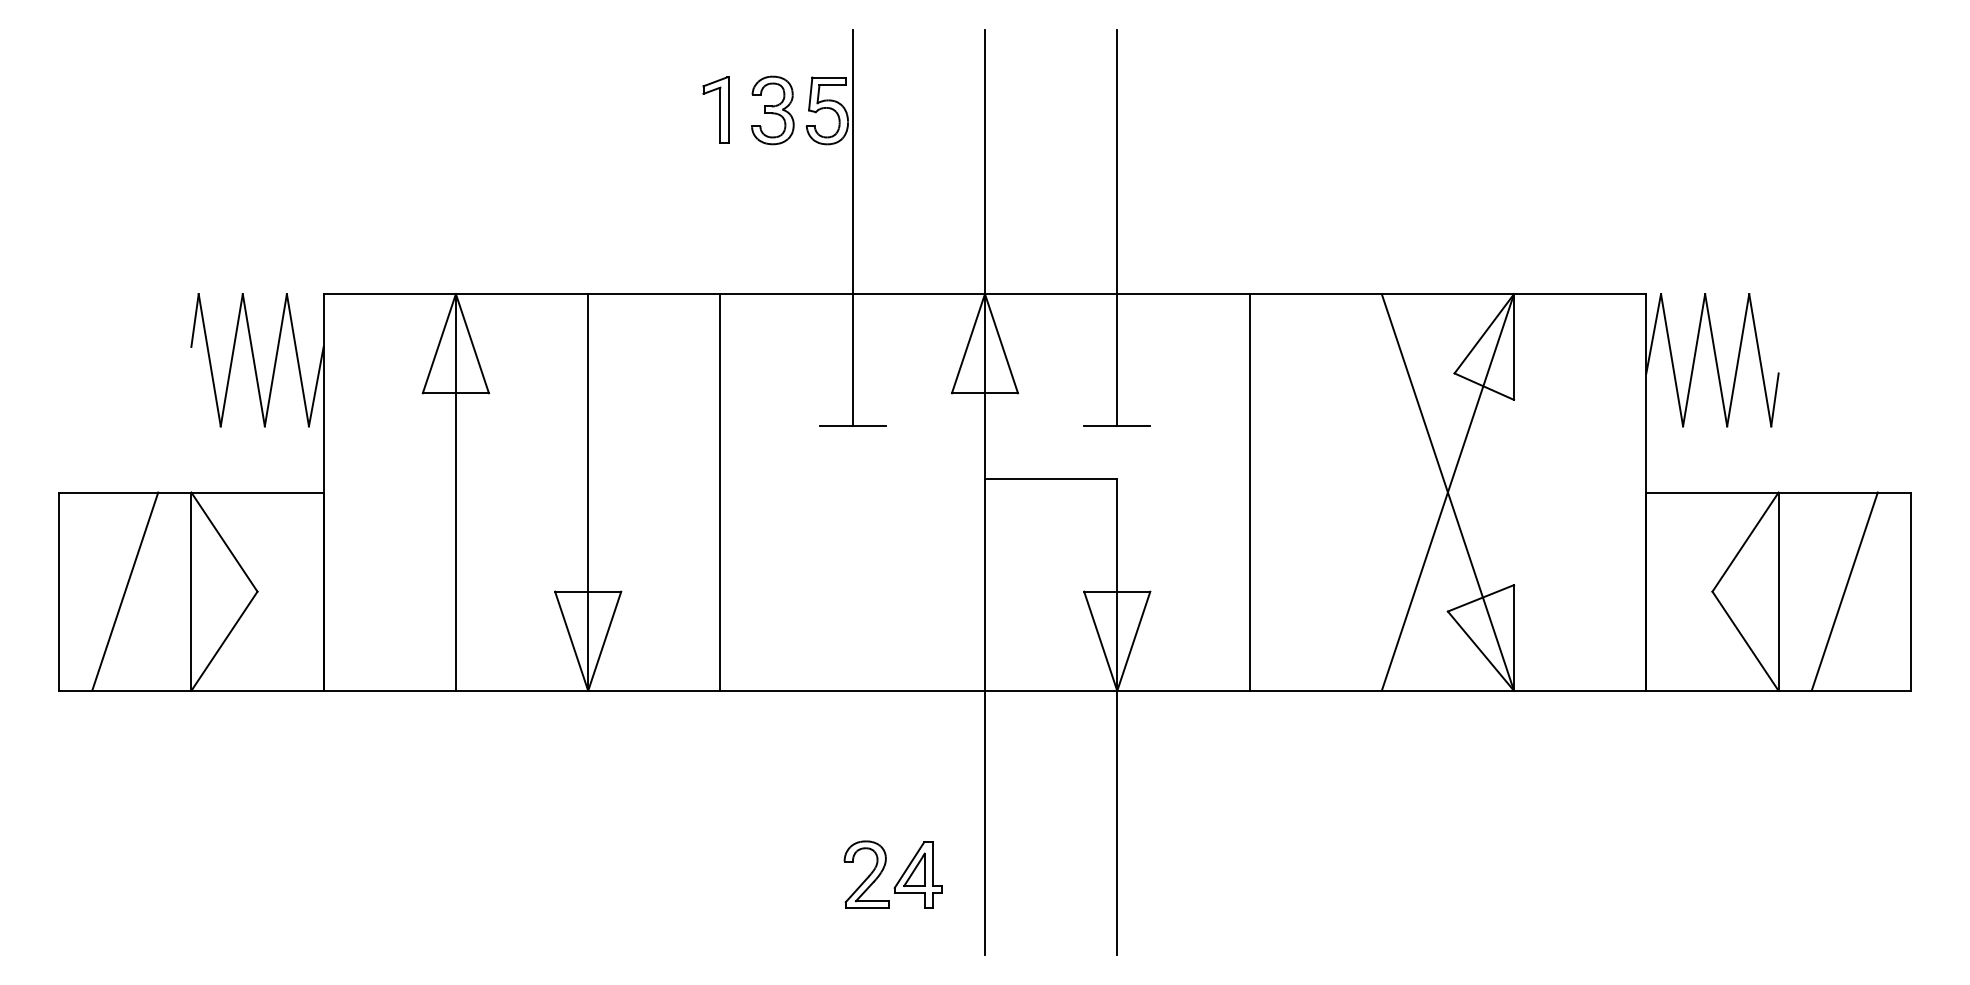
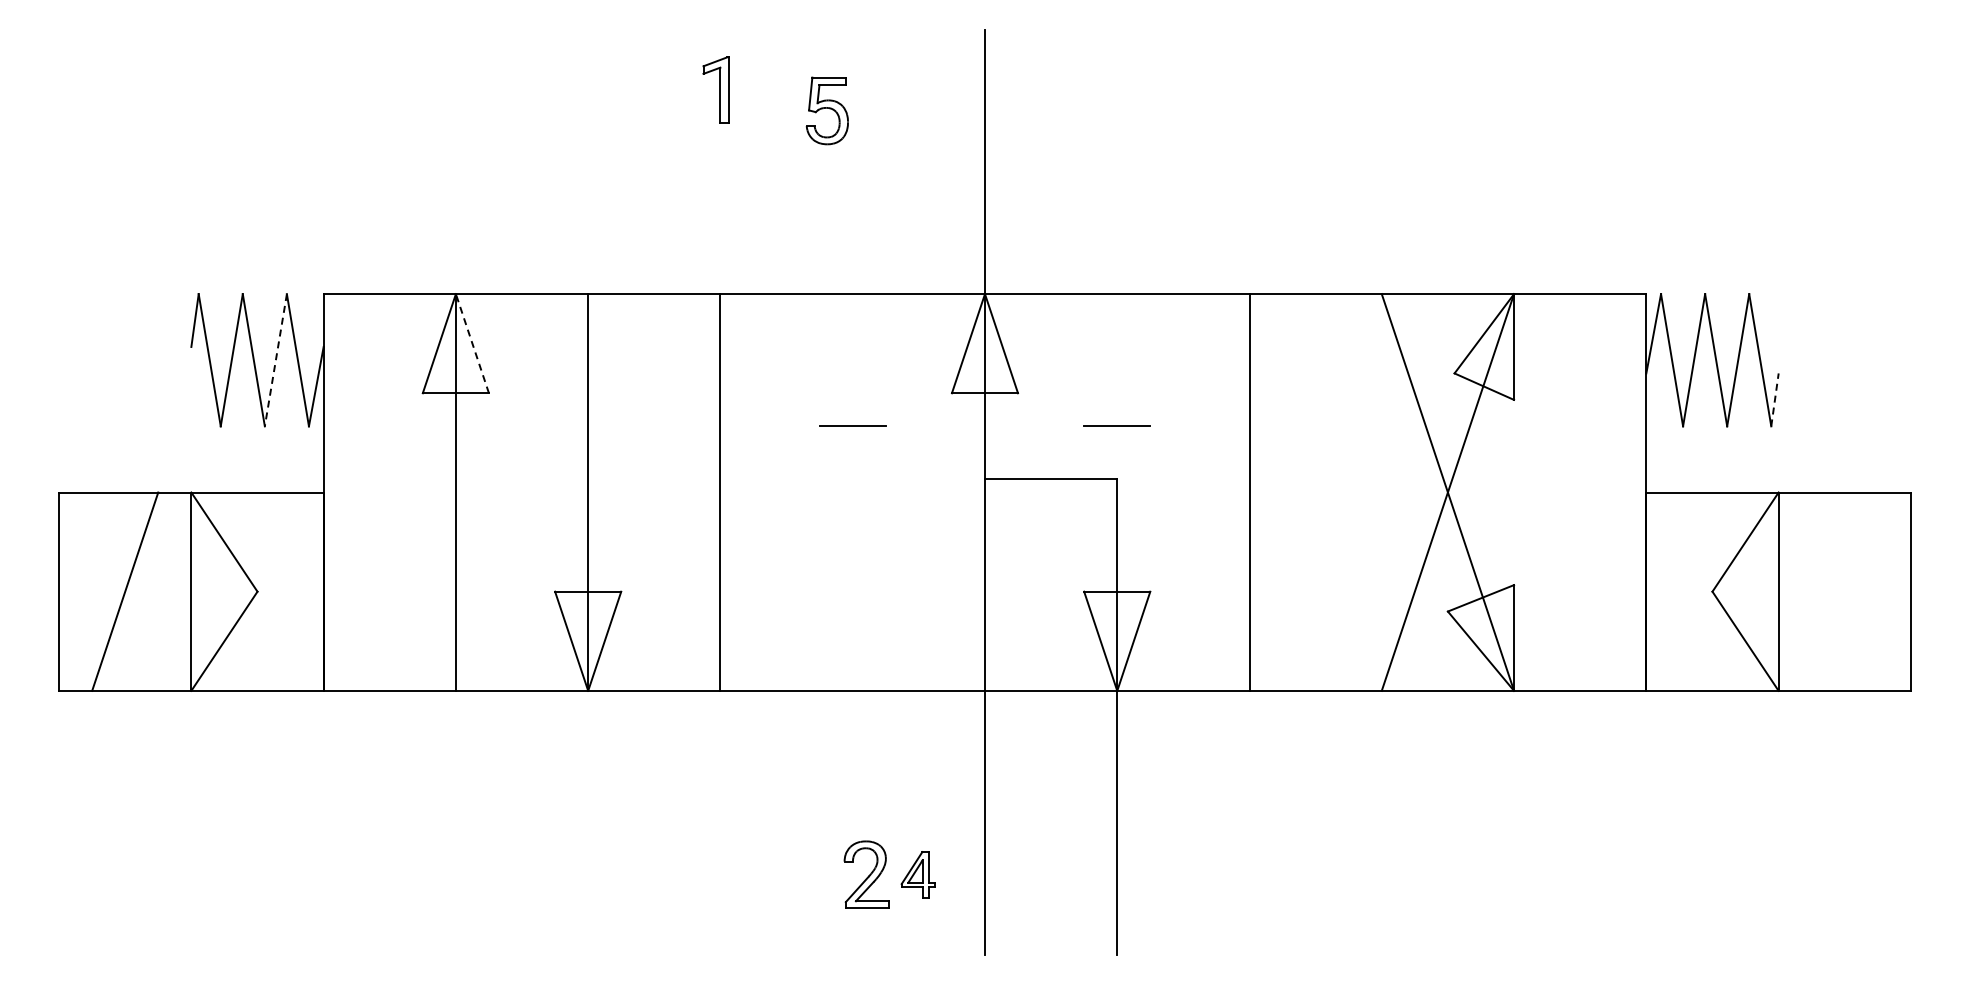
part at (715, 109) position: (715, 109) -> (715, 89)
part at (772, 110): present -> none
line at (852, 227): present -> none
line at (1117, 227): present -> none
line at (472, 343): solid -> dashed
line at (275, 360): solid -> dashed
line at (1774, 399): solid -> dashed
line at (1844, 591): present -> none
part at (917, 874) size: 50x68 px -> 36x48 px
